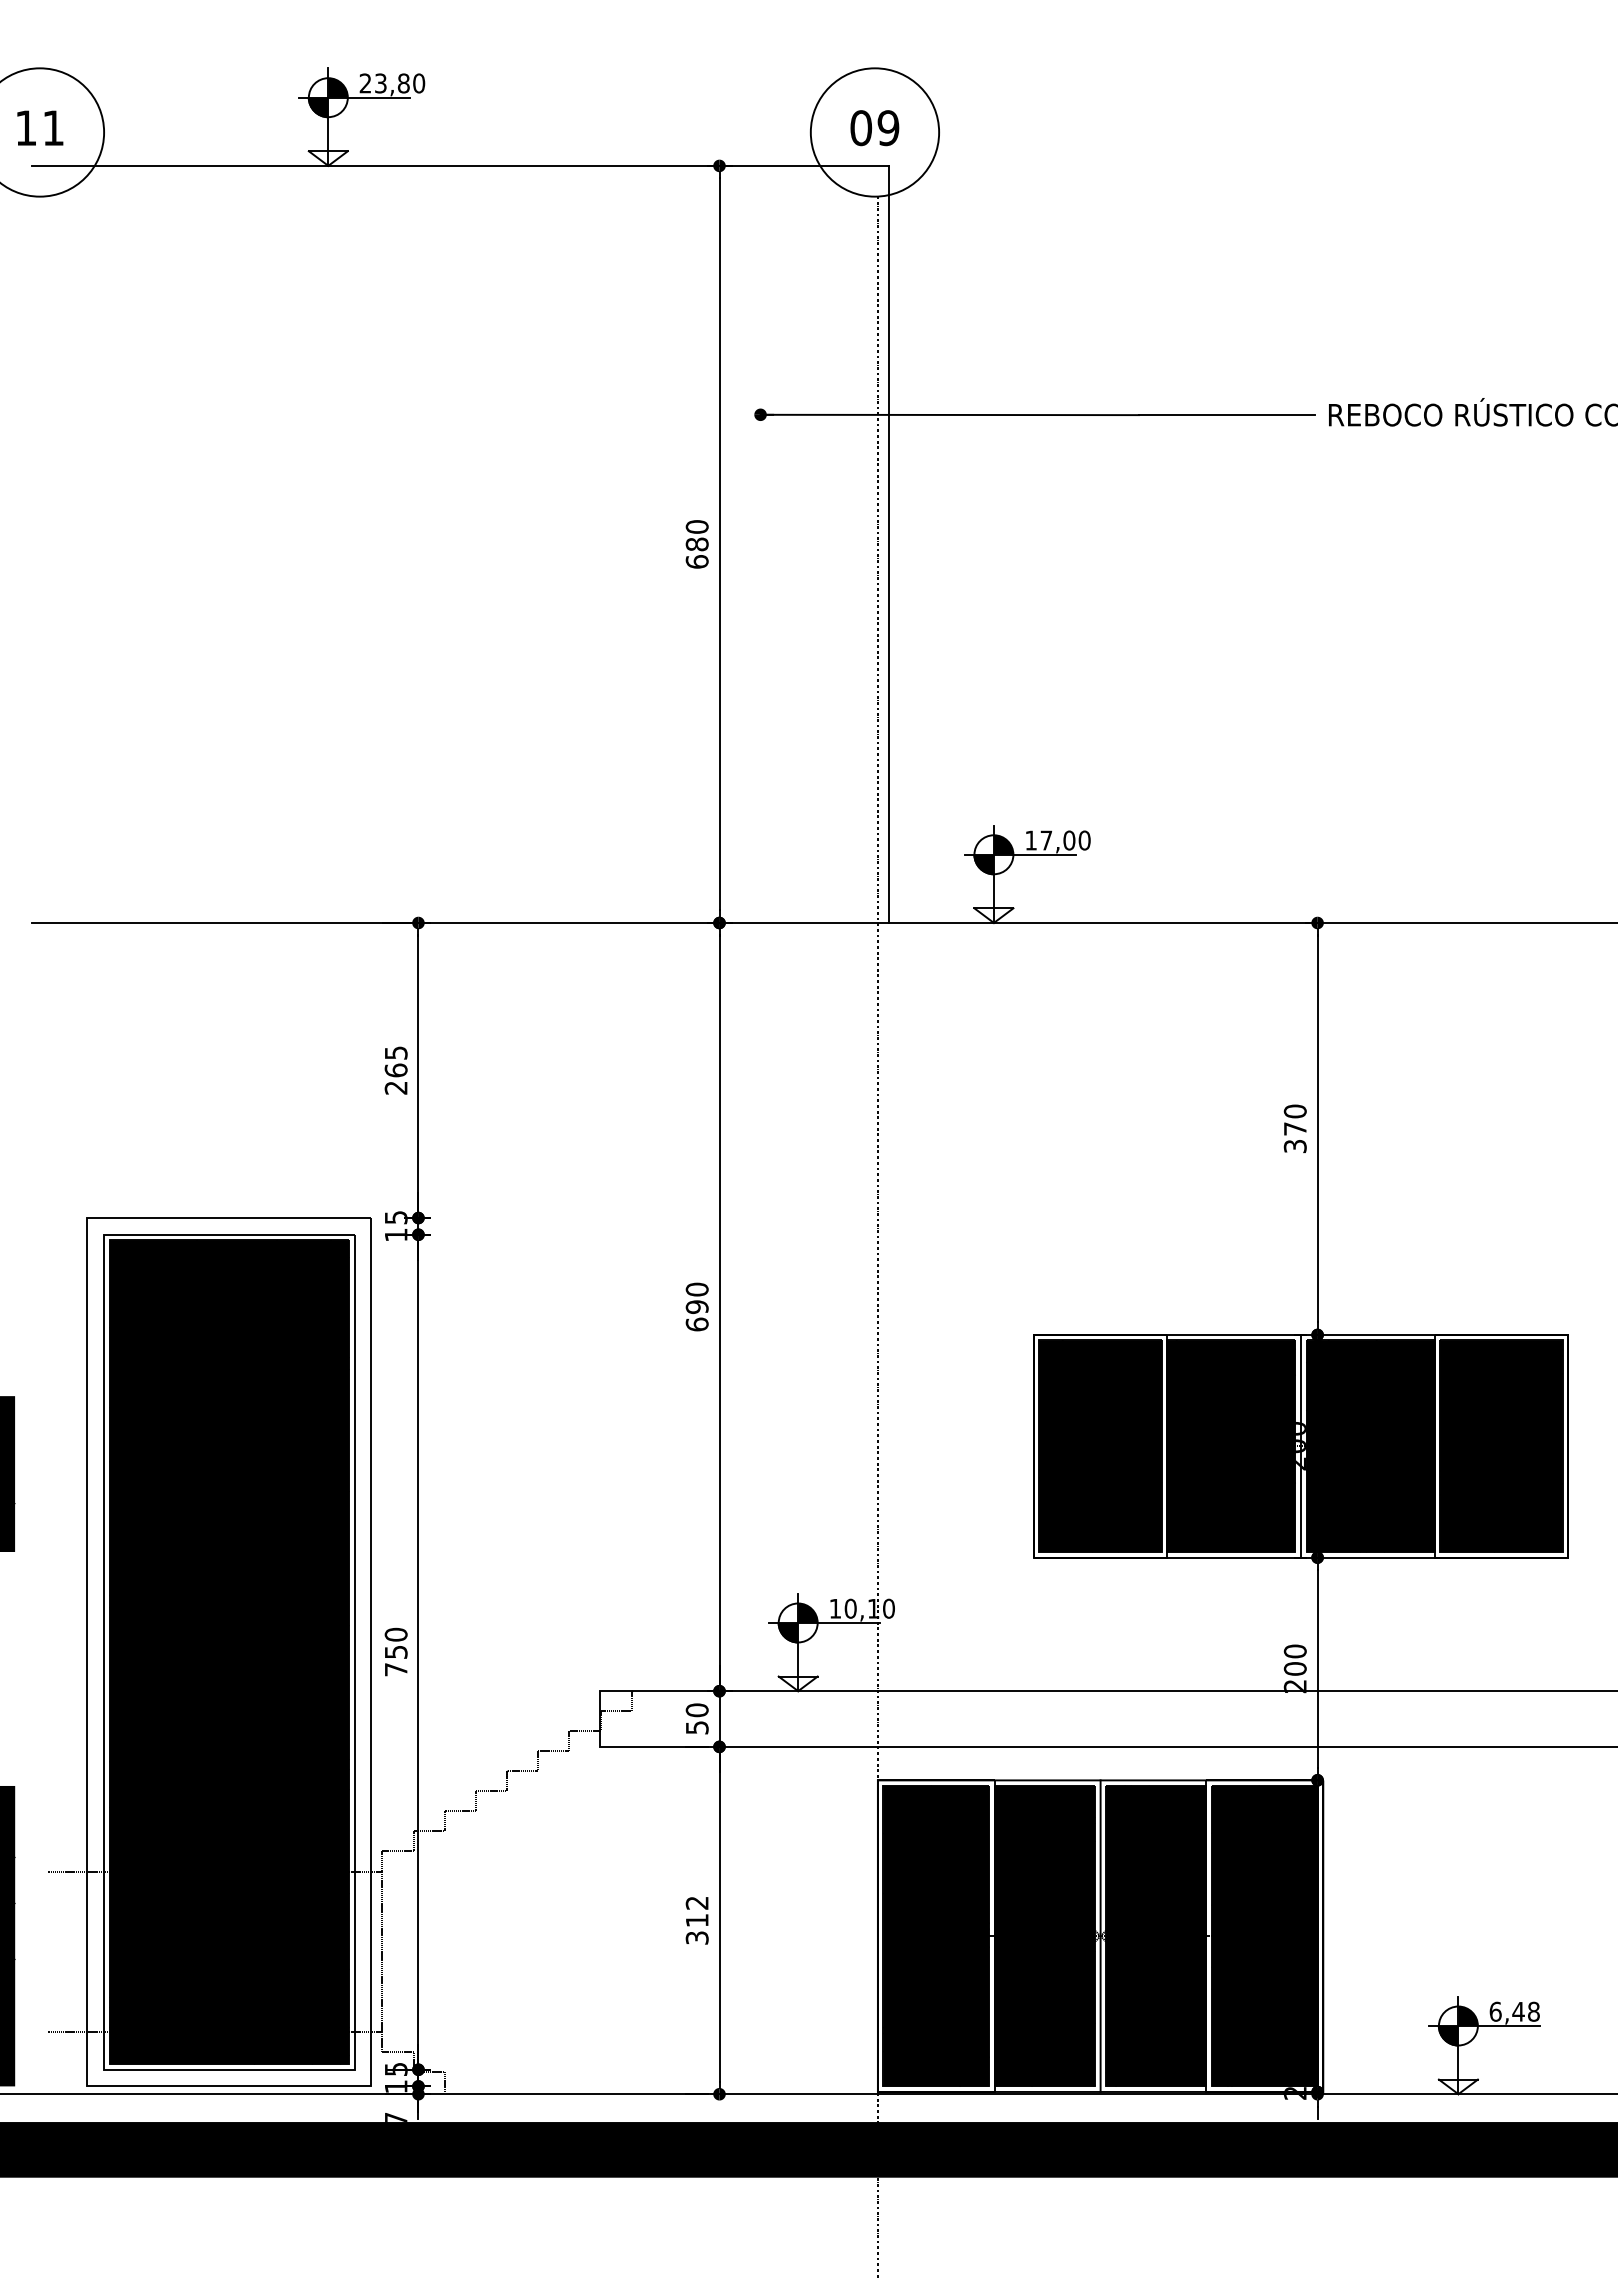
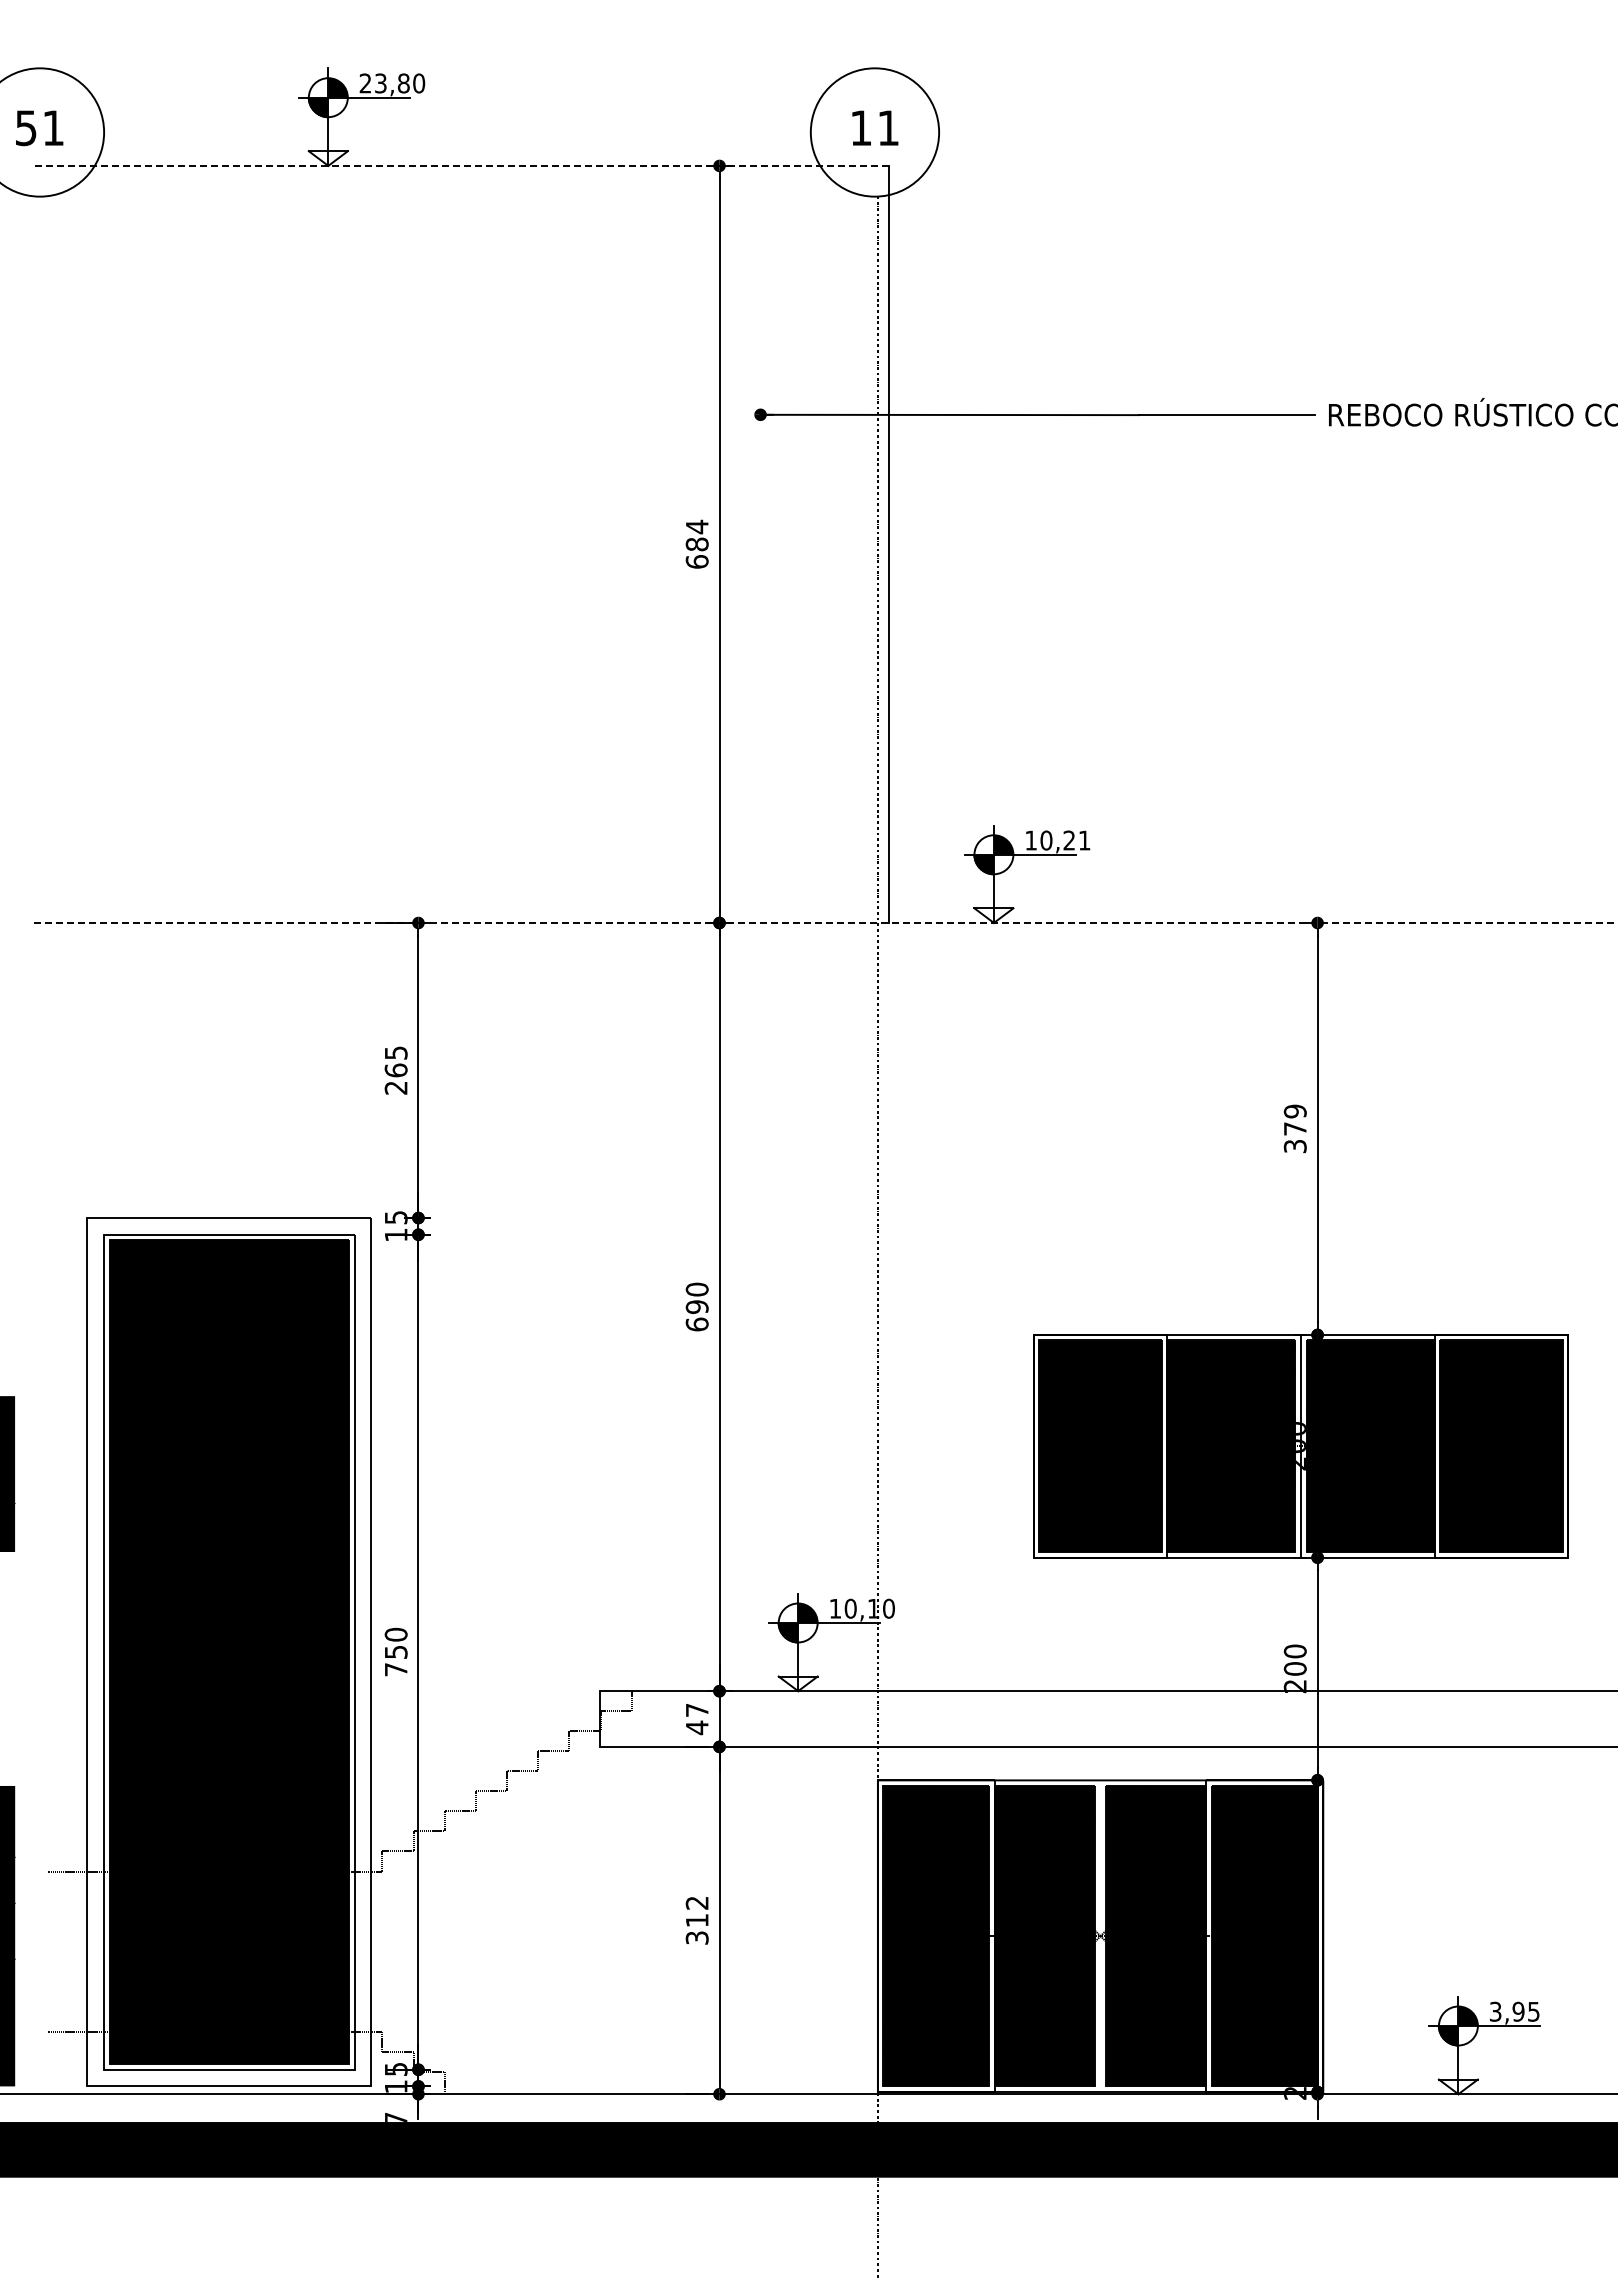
text at (26, 128): 11 -> 51
text at (874, 128): 09 -> 11
line at (460, 165): solid -> dashed
text at (696, 526): 680 -> 684
text at (1065, 840): 17,00 -> 10,21
line at (824, 922): solid -> dashed
text at (1295, 1111): 370 -> 379
text at (696, 1719): 50 -> 47
line at (1100, 1935): present -> none
line at (382, 1951): present -> none
text at (1514, 2011): 6,48 -> 3,95
